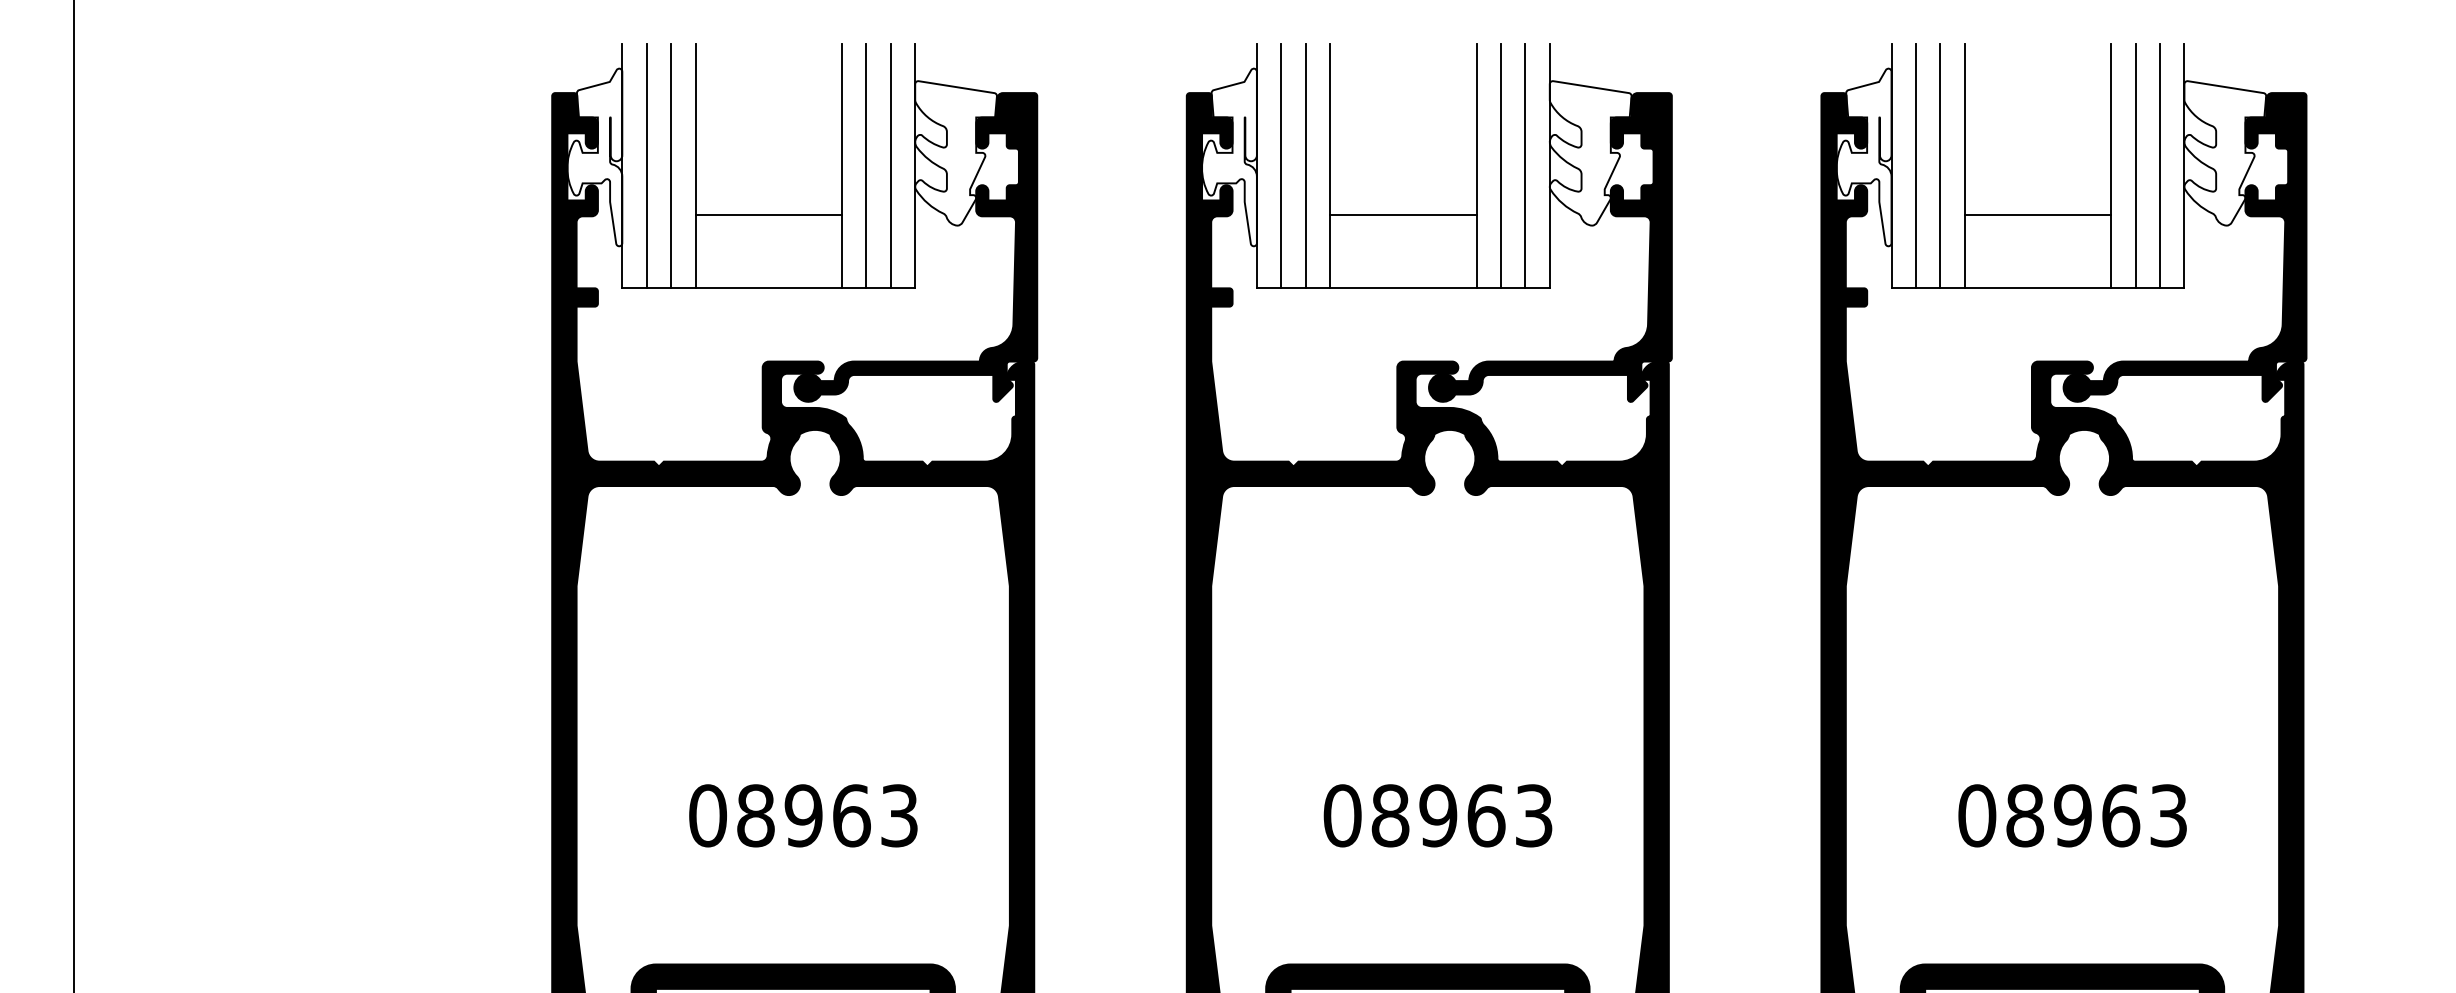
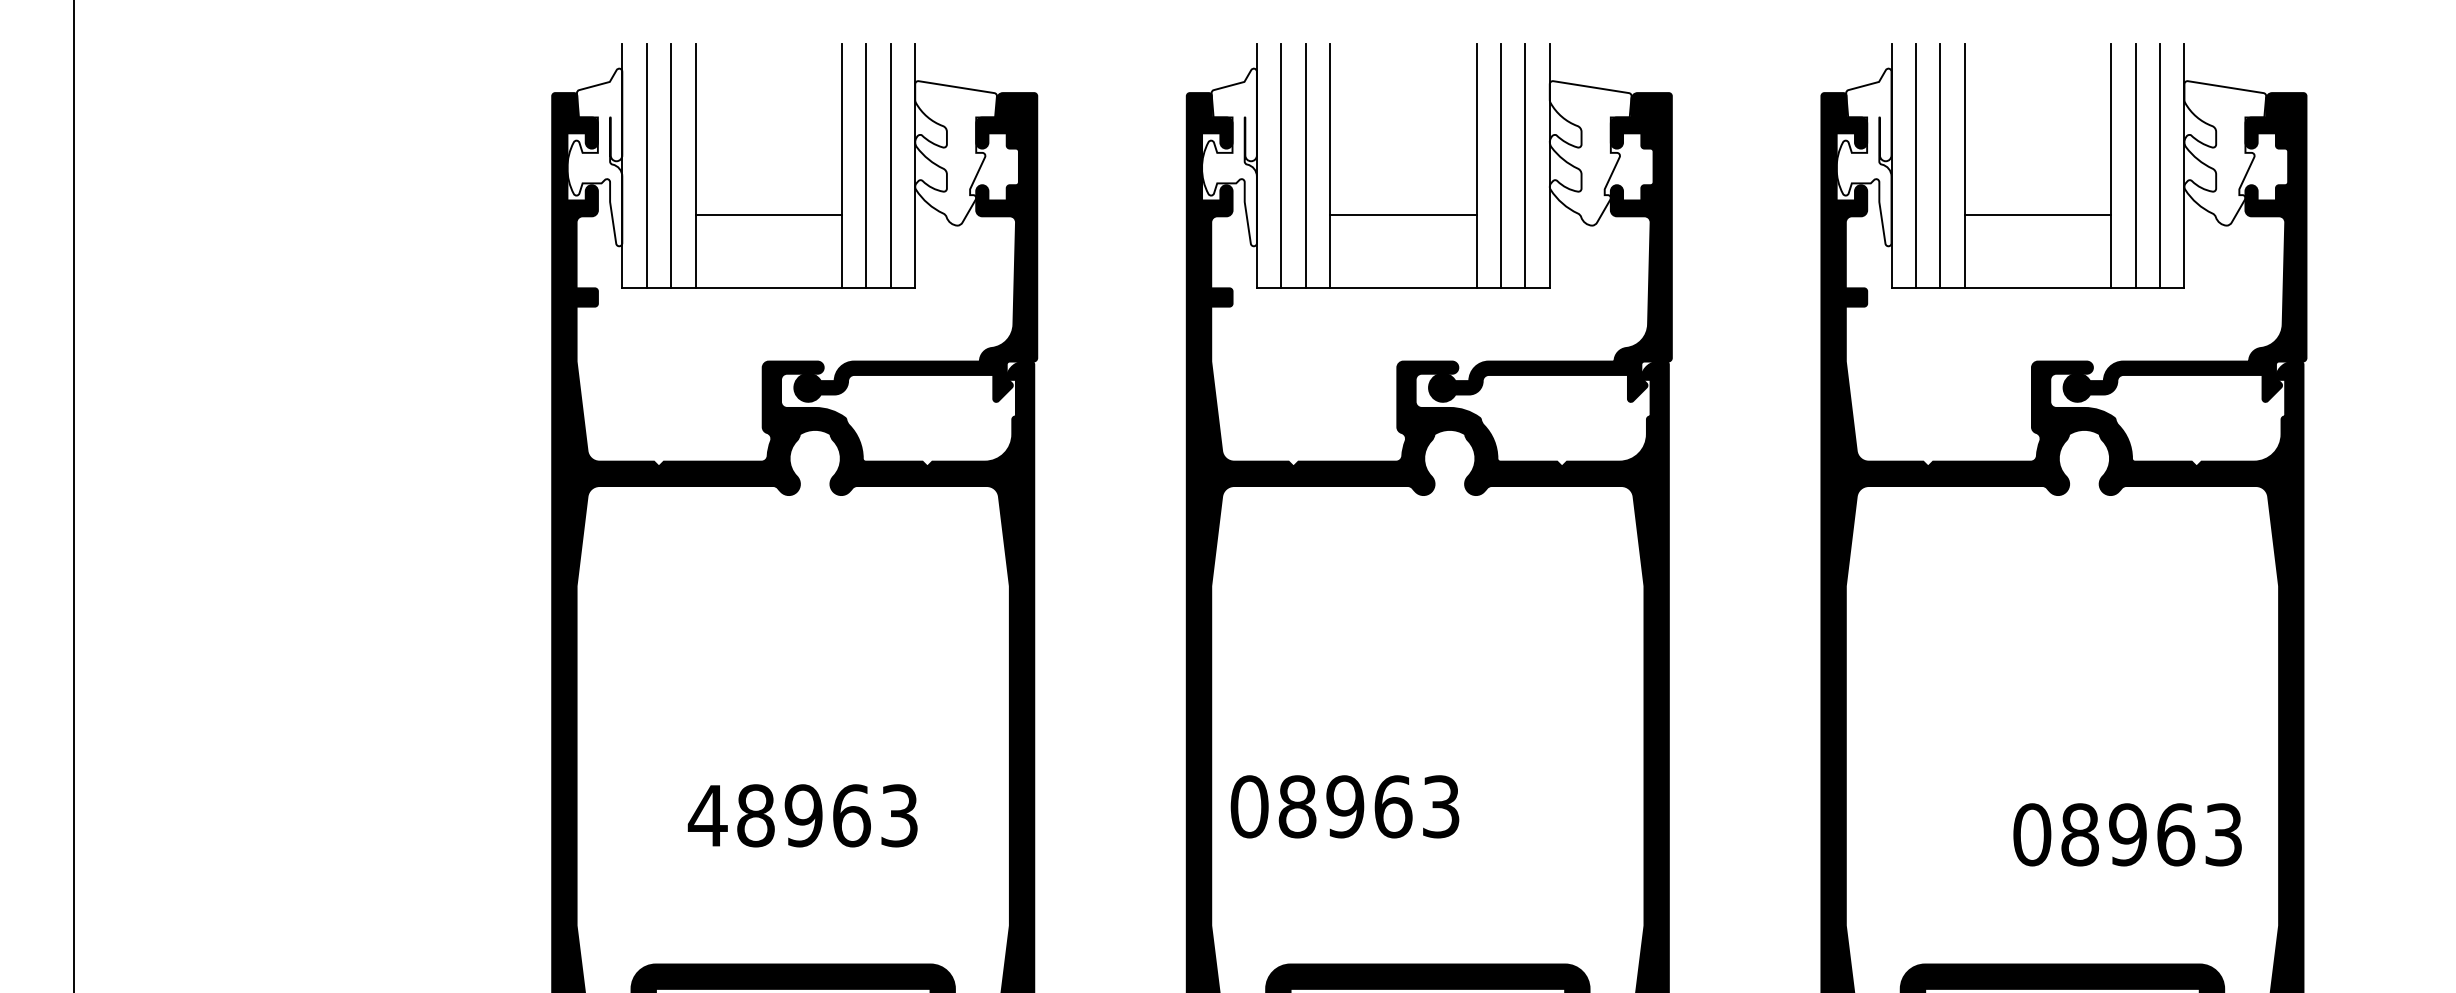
text at (707, 815): 08963 -> 48963
text at (1437, 815) position: (1437, 815) -> (1344, 806)
text at (2072, 815) position: (2072, 815) -> (2127, 834)
